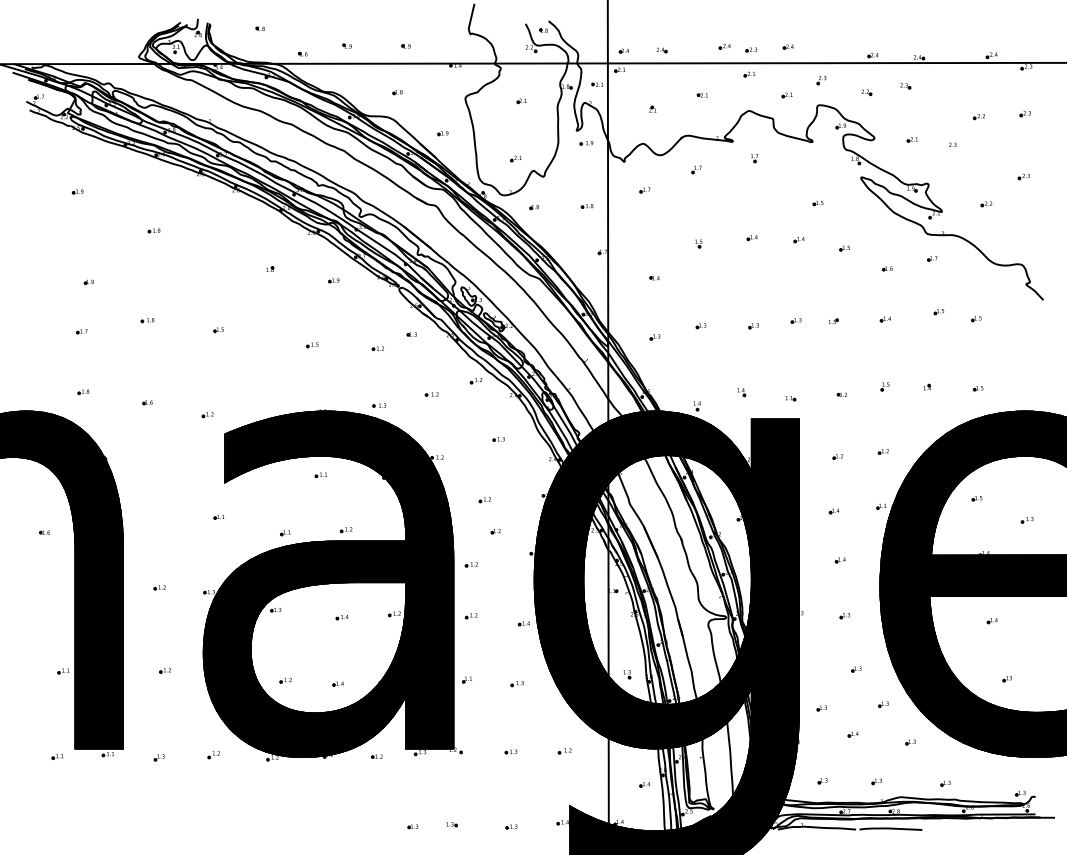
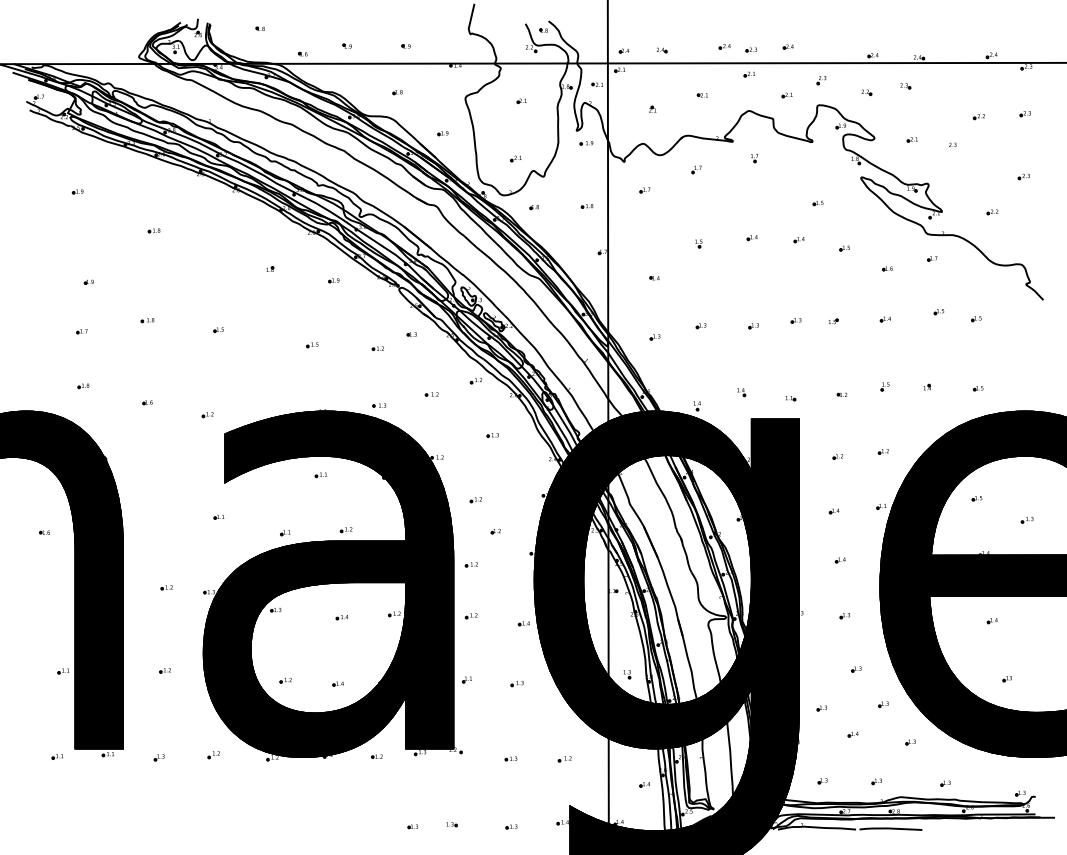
part at (986, 204) position: (986, 204) -> (992, 212)
part at (83, 392) position: (83, 392) -> (83, 386)
part at (498, 439) position: (498, 439) -> (492, 435)
part at (484, 500) position: (484, 500) -> (475, 500)
part at (159, 587) position: (159, 587) -> (166, 587)
part at (510, 751) position: (510, 751) -> (510, 758)
part at (564, 751) position: (564, 751) -> (564, 759)
